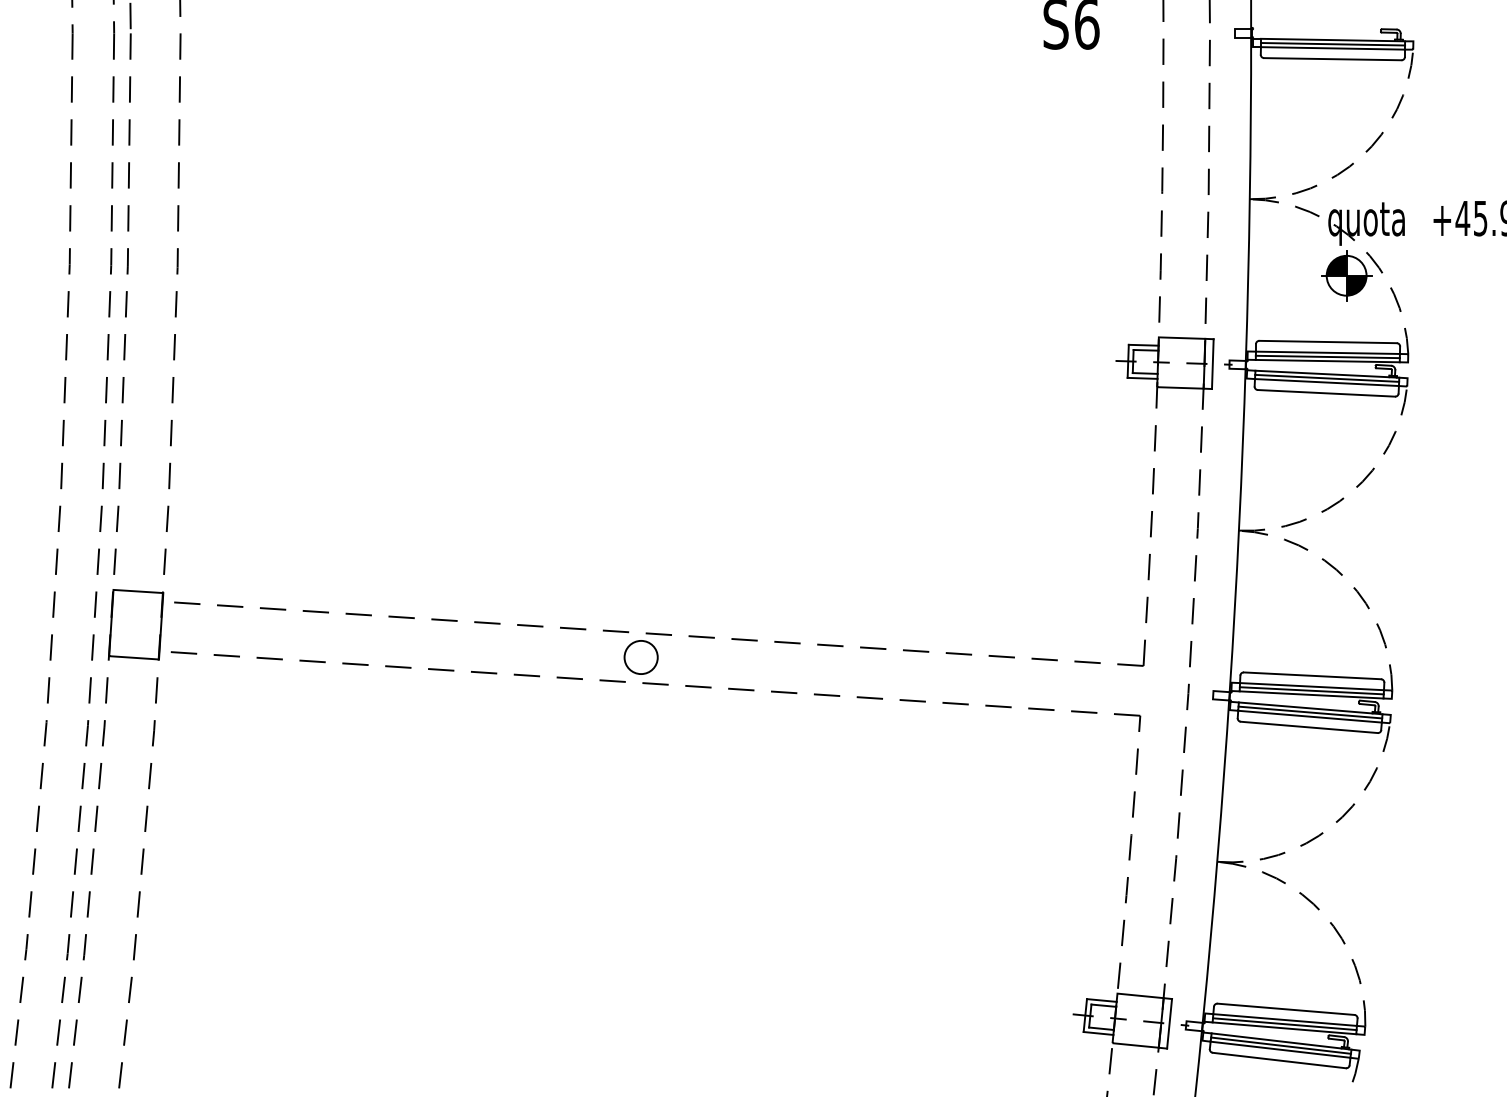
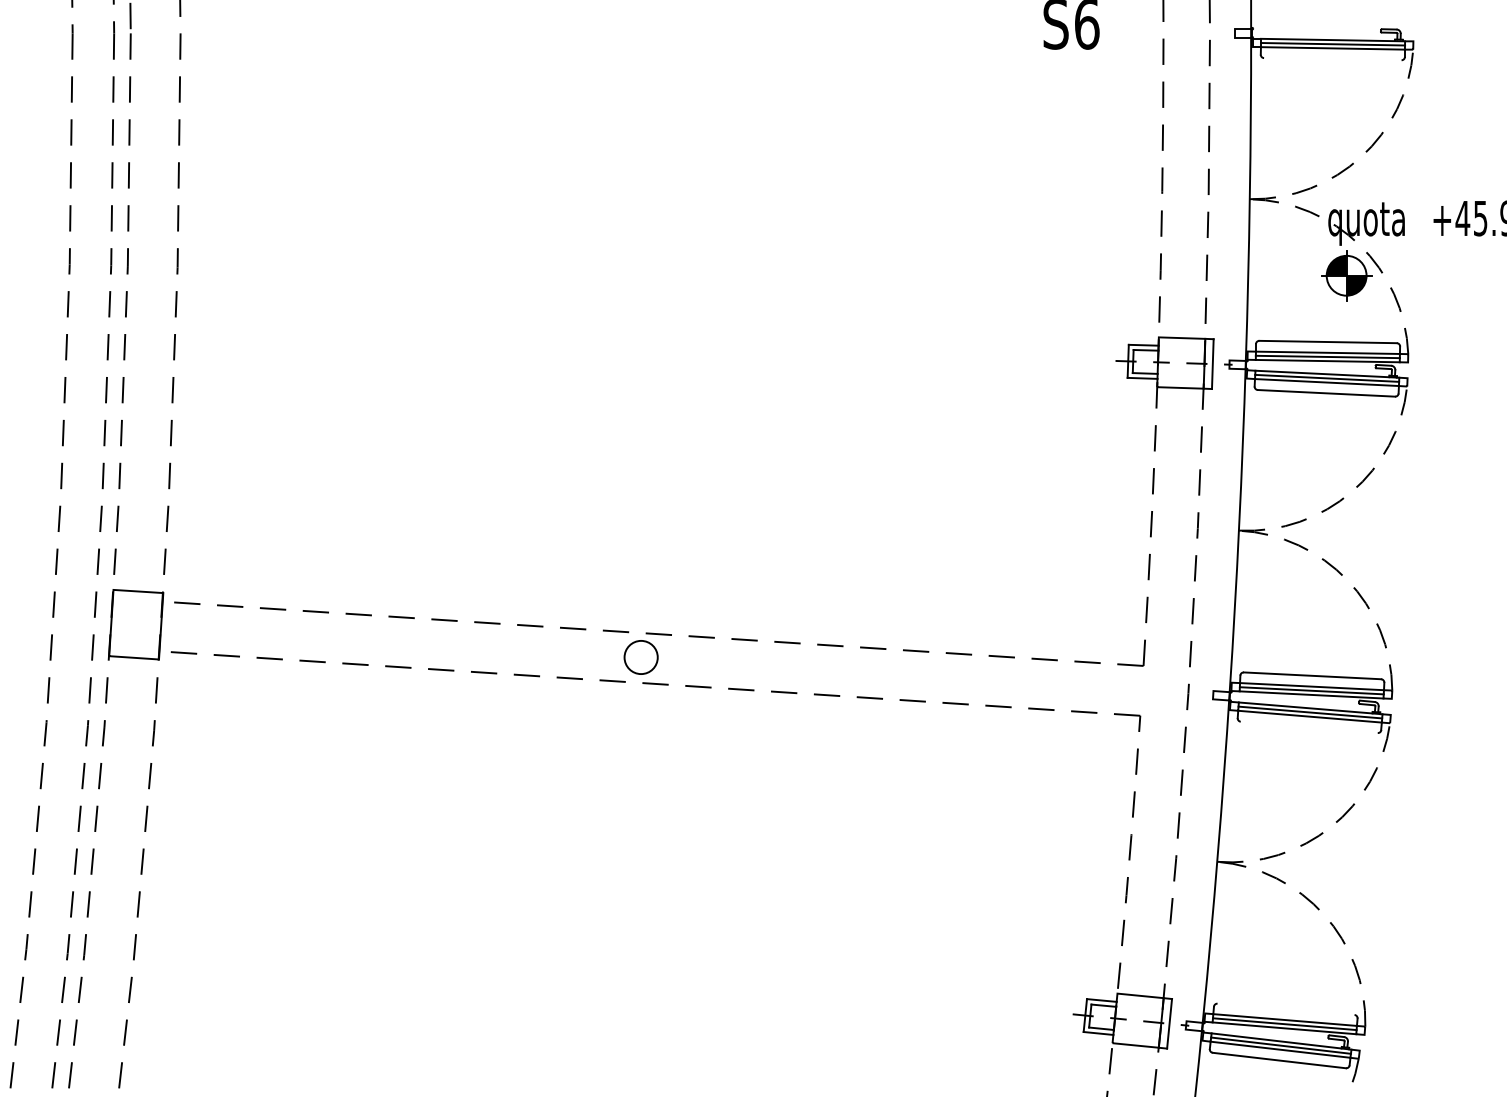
line at (1332, 59): present -> none
line at (1308, 727): present -> none
line at (1285, 1008): present -> none
